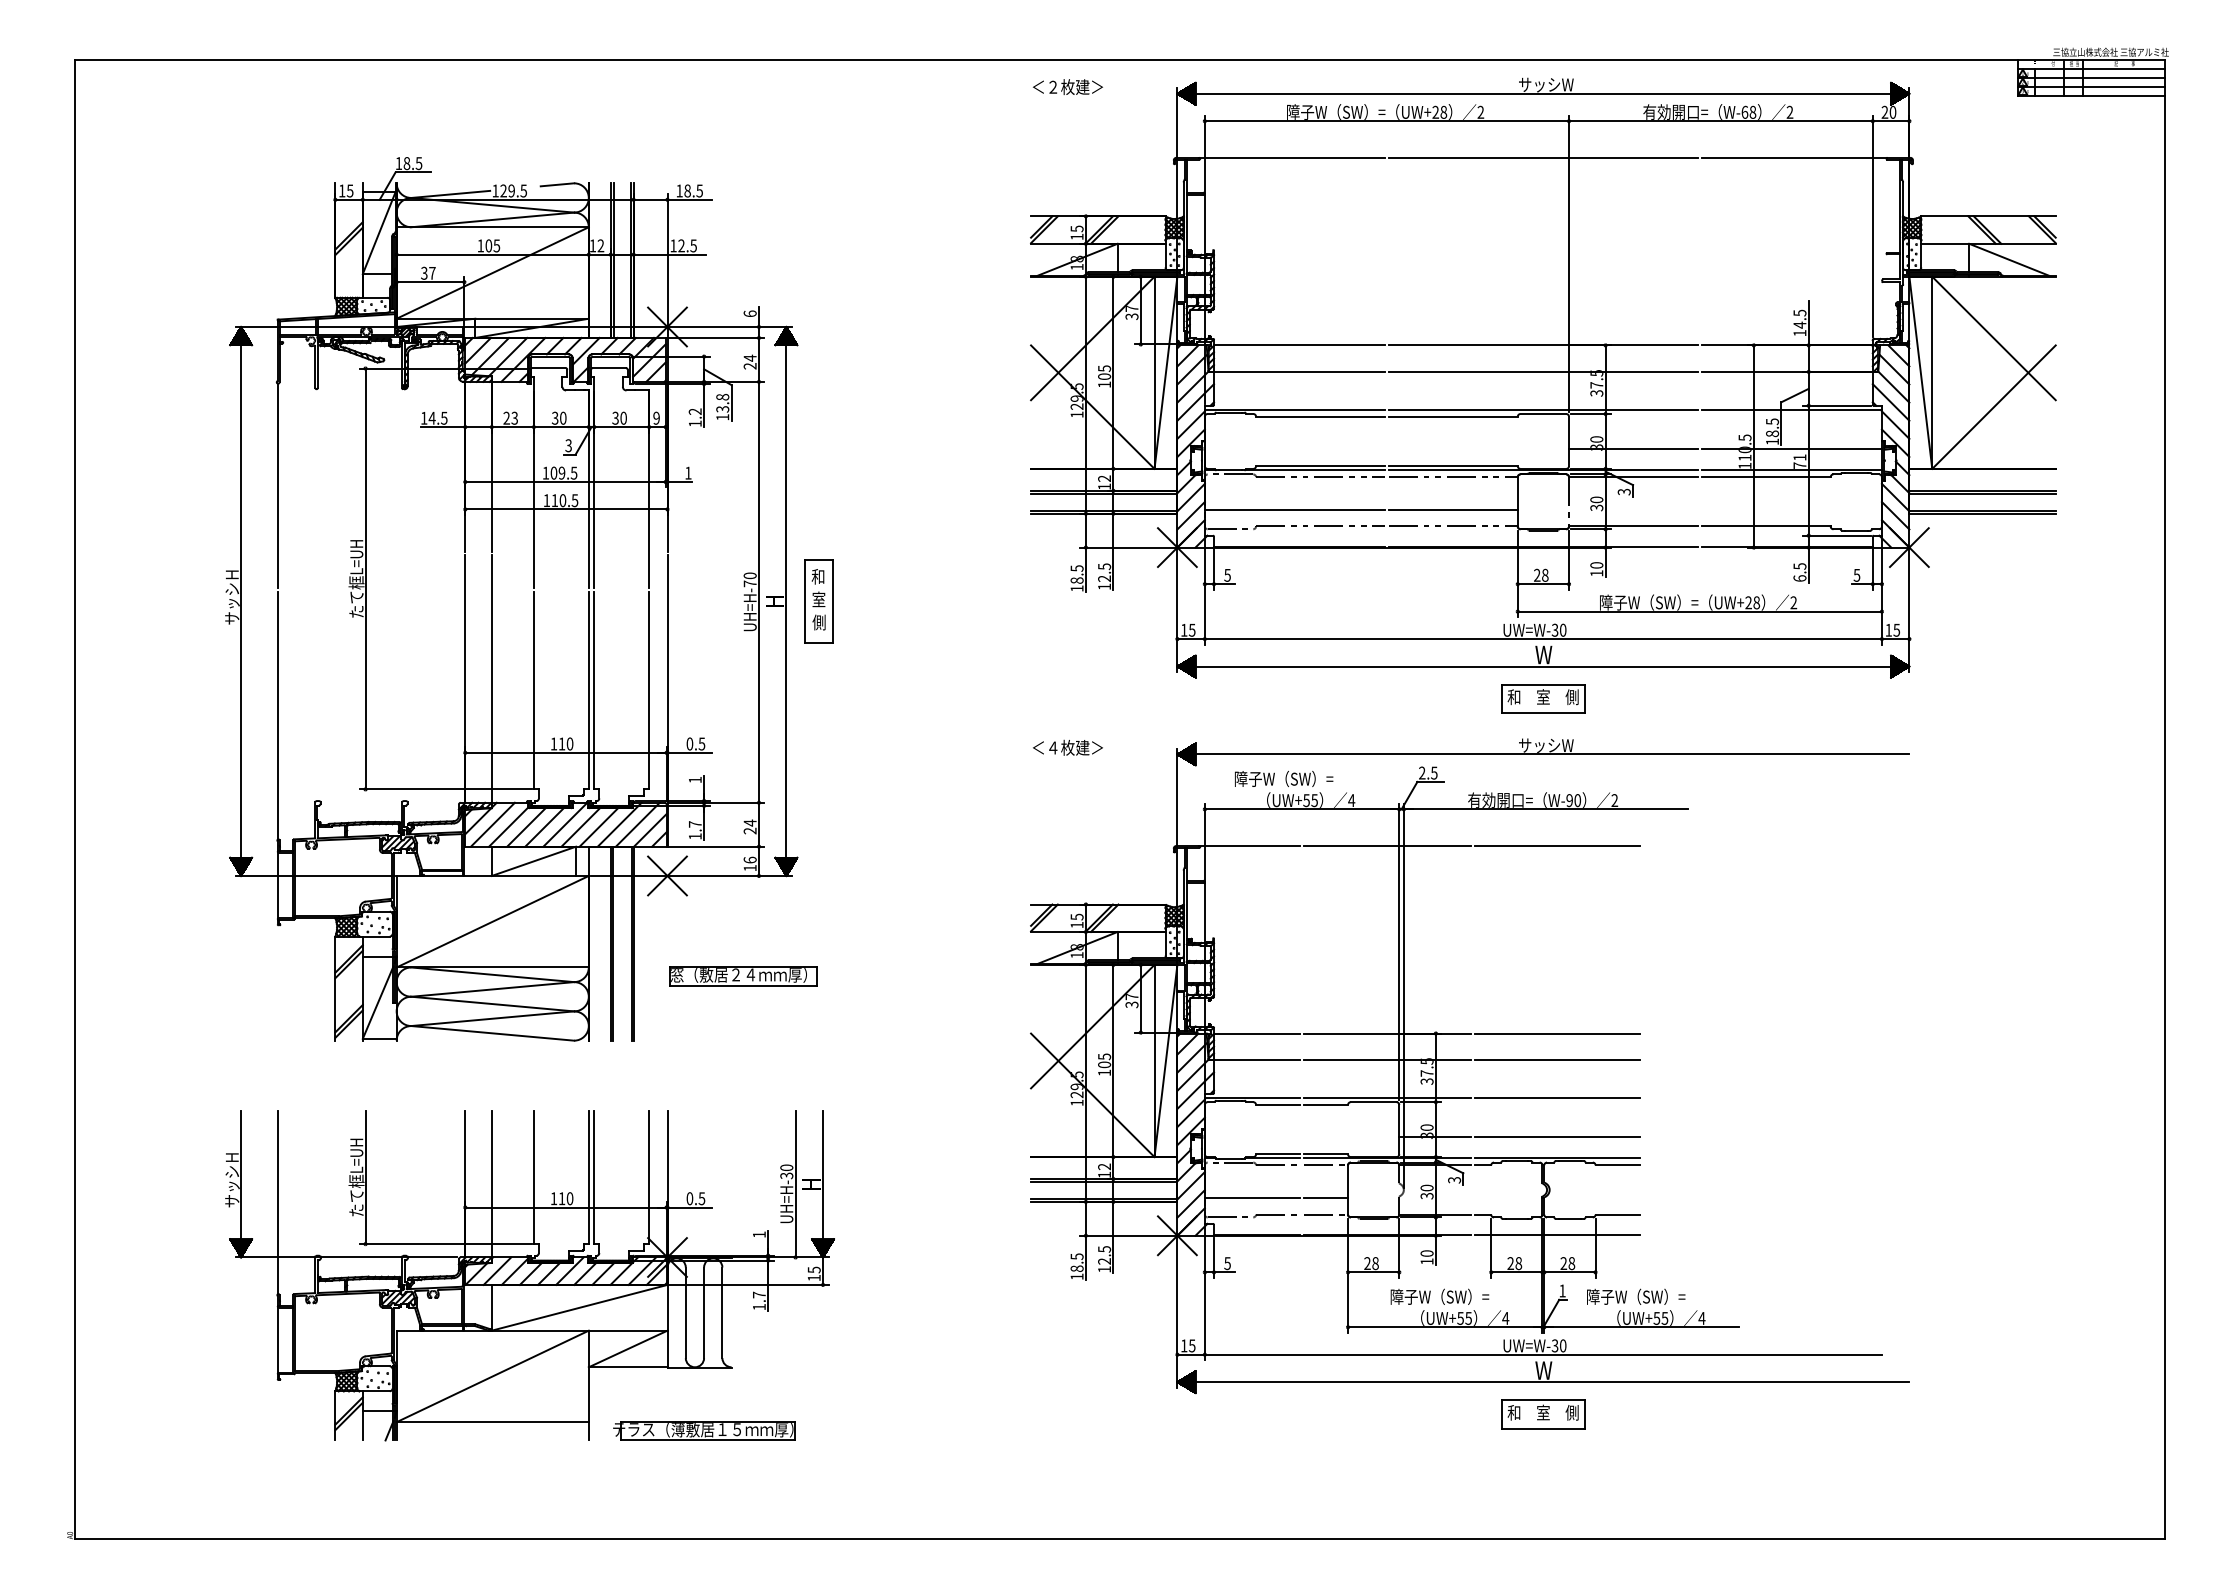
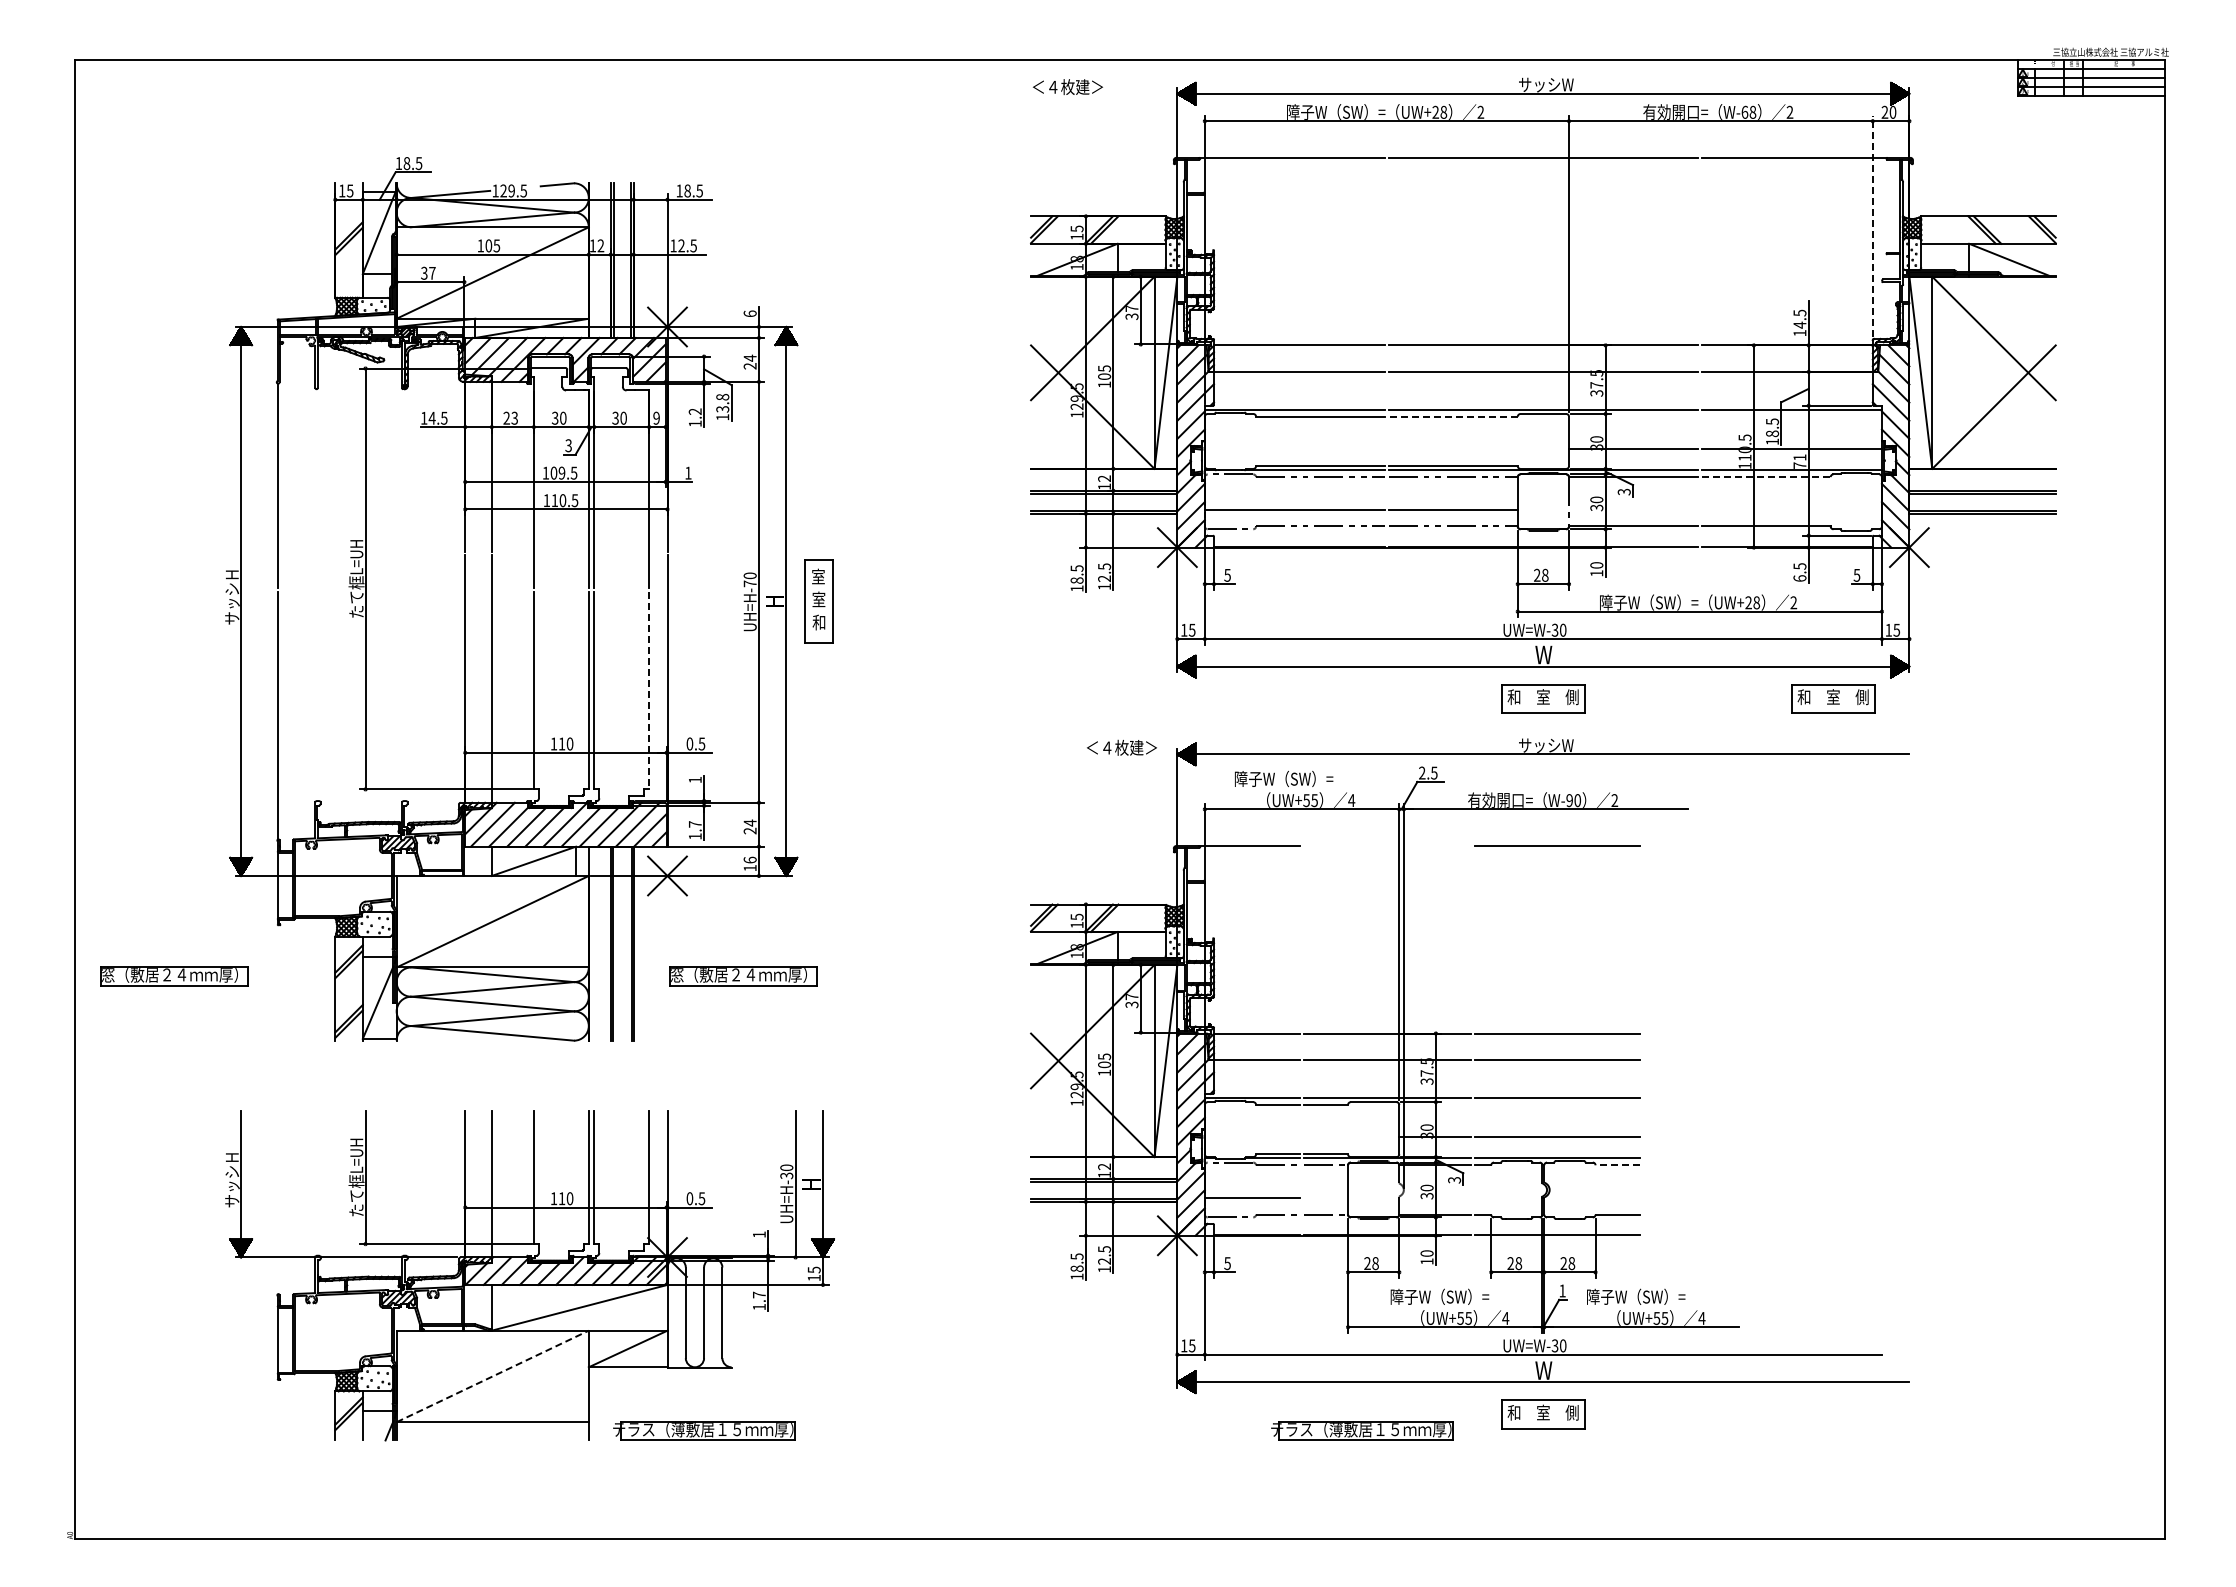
text at (1053, 86): ＜２枚建＞ -> ＜４枚建＞
line at (1872, 226): solid -> dashed
line at (1453, 416): solid -> dashed
line at (1766, 477): solid -> dashed
text at (817, 576): 和 -> 室
text at (818, 622): 側 -> 和
line at (649, 690): solid -> dashed
part at (1833, 698): none -> present
text at (1067, 747) position: (1067, 747) -> (1121, 747)
line at (1386, 845): present -> none
part at (174, 976): none -> present
line at (1617, 1165): solid -> dashed
line at (1325, 1197): present -> none
line at (277, 1202): present -> none
line at (493, 1376): solid -> dashed
part at (1362, 1430): none -> present
